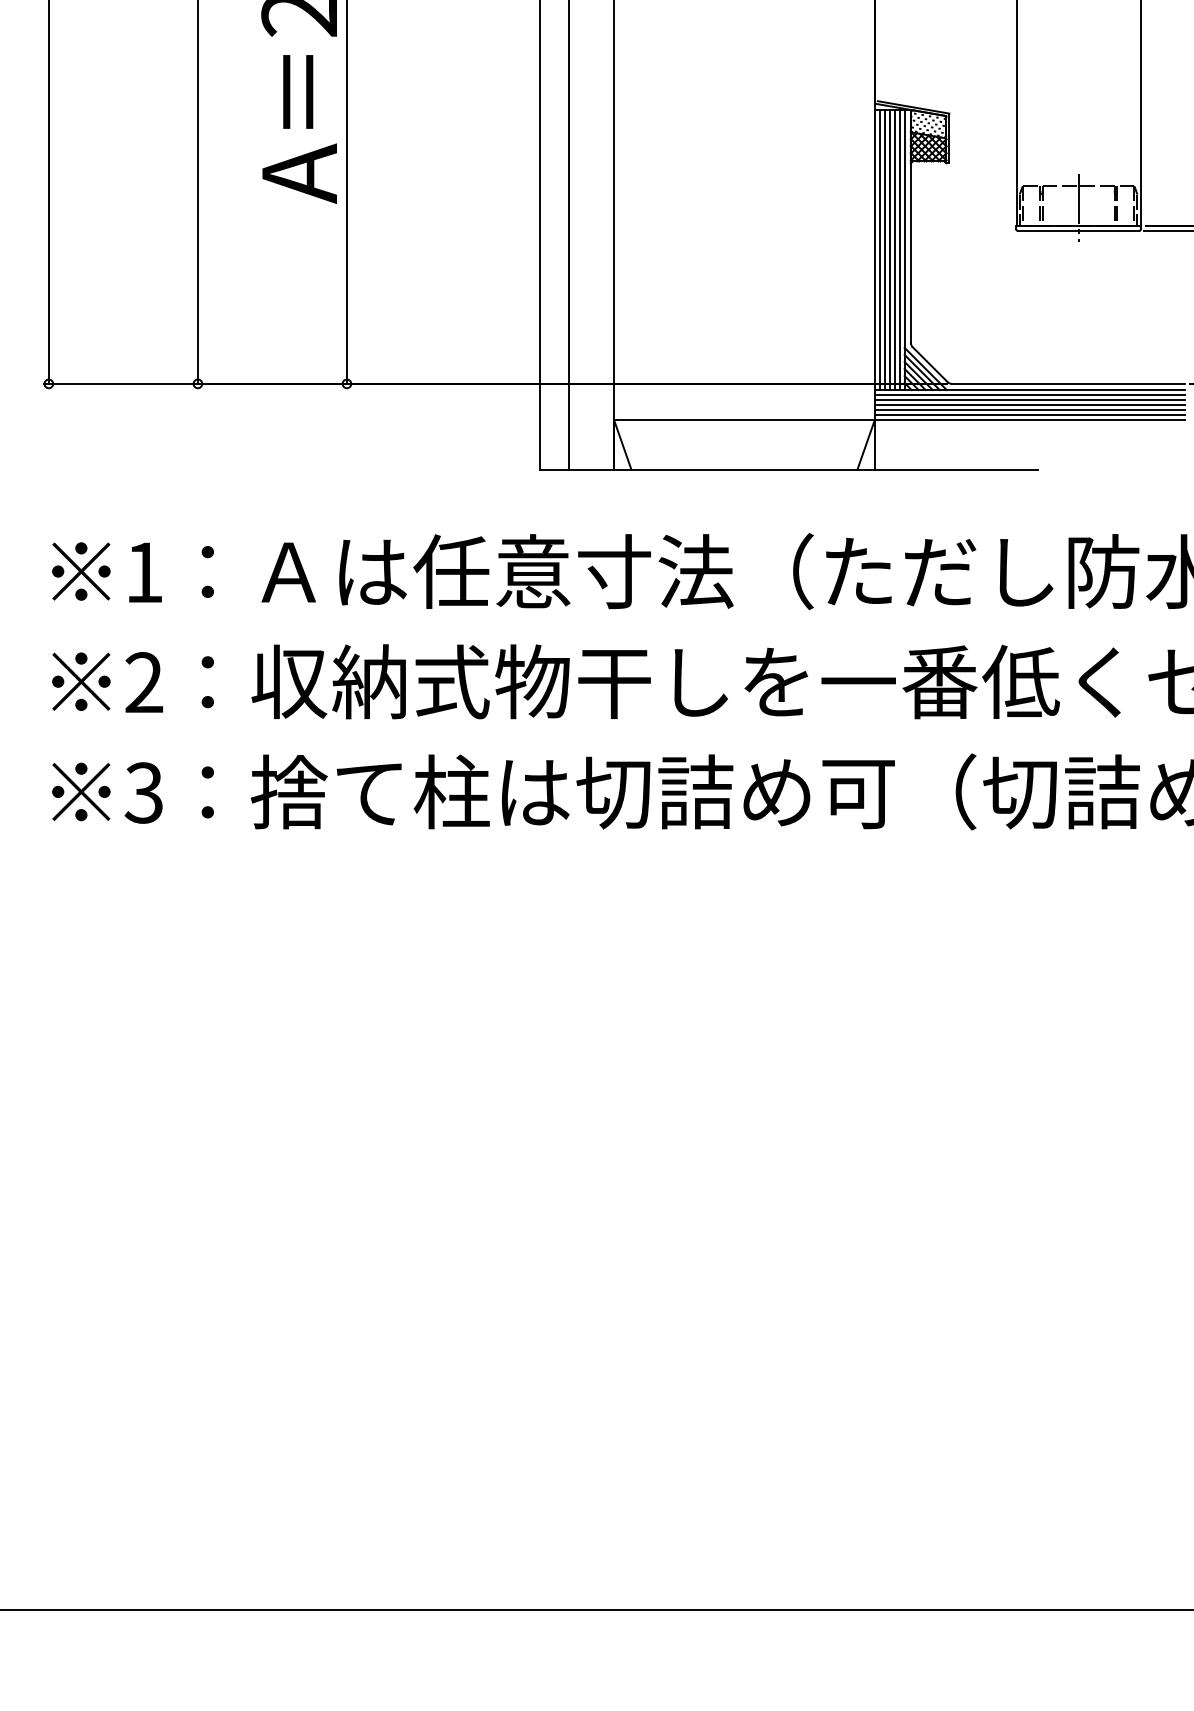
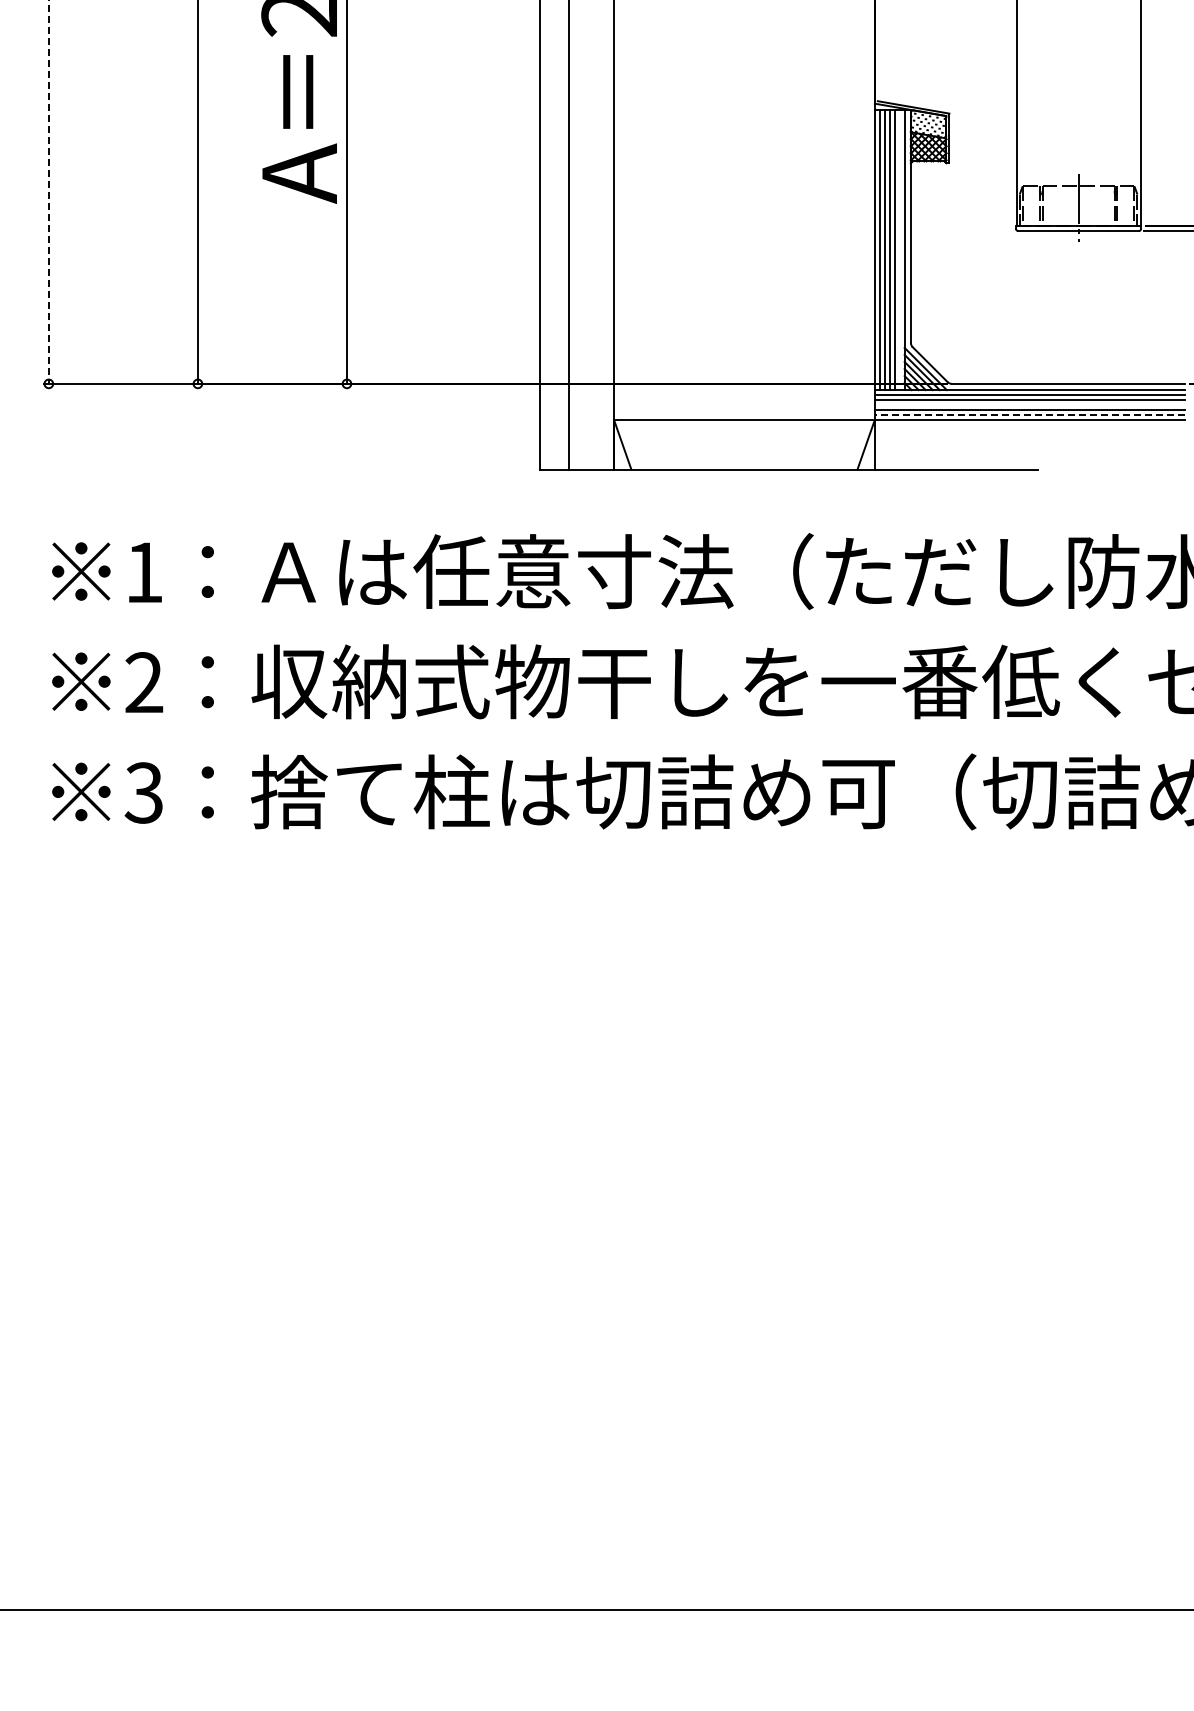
line at (48, 192): solid -> dashed
line at (899, 249): present -> none
line at (1029, 405): present -> none
line at (1029, 414): solid -> dashed
